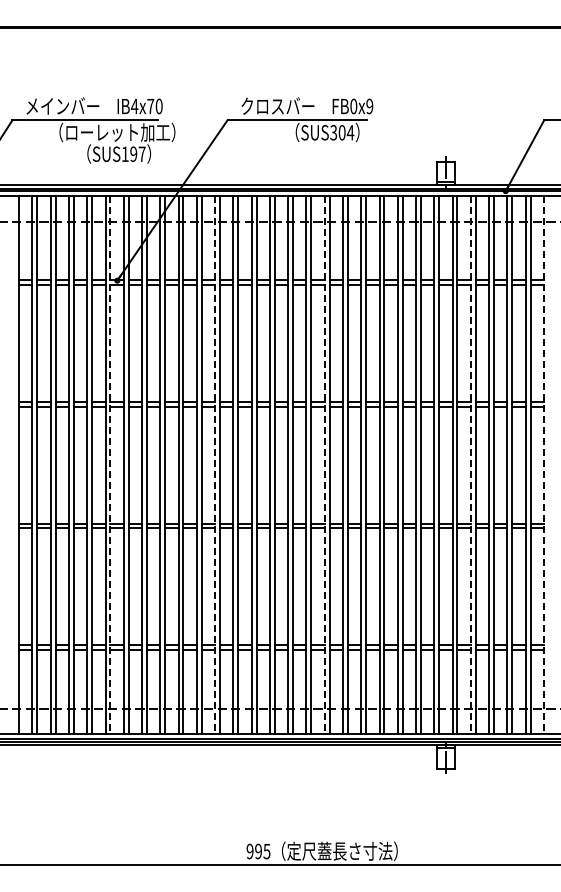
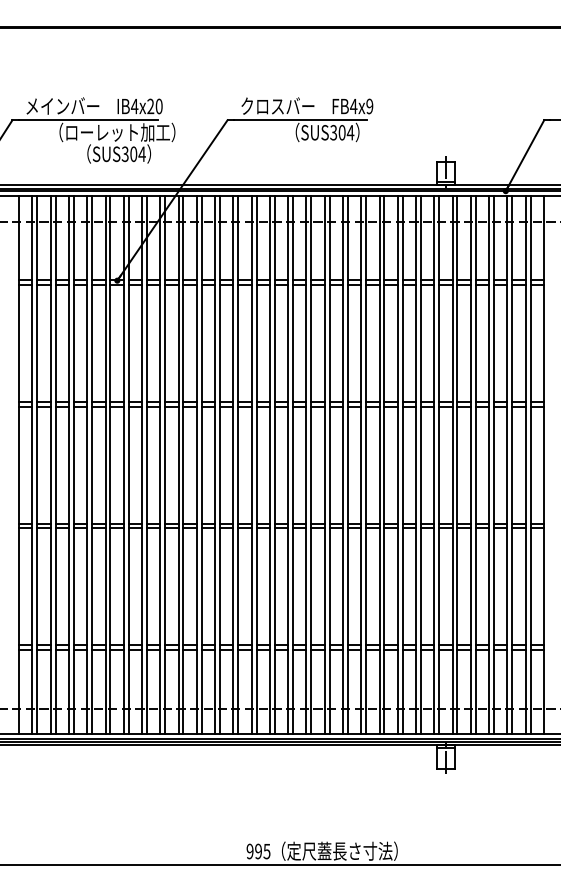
text at (150, 106): IB4x70 -> IB4x20
text at (353, 106): FB0x9 -> FB4x9
text at (133, 154): SUS197 -> SUS304
line at (110, 465): dashed -> solid
line at (215, 465): dashed -> solid
line at (324, 465): dashed -> solid
line at (470, 465): dashed -> solid
line at (543, 465): dashed -> solid
